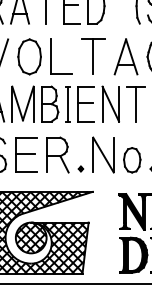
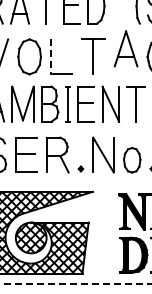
part at (125, 56) position: (125, 56) -> (125, 48)
line at (51, 57): solid -> dashed
line at (76, 284): solid -> dashed
